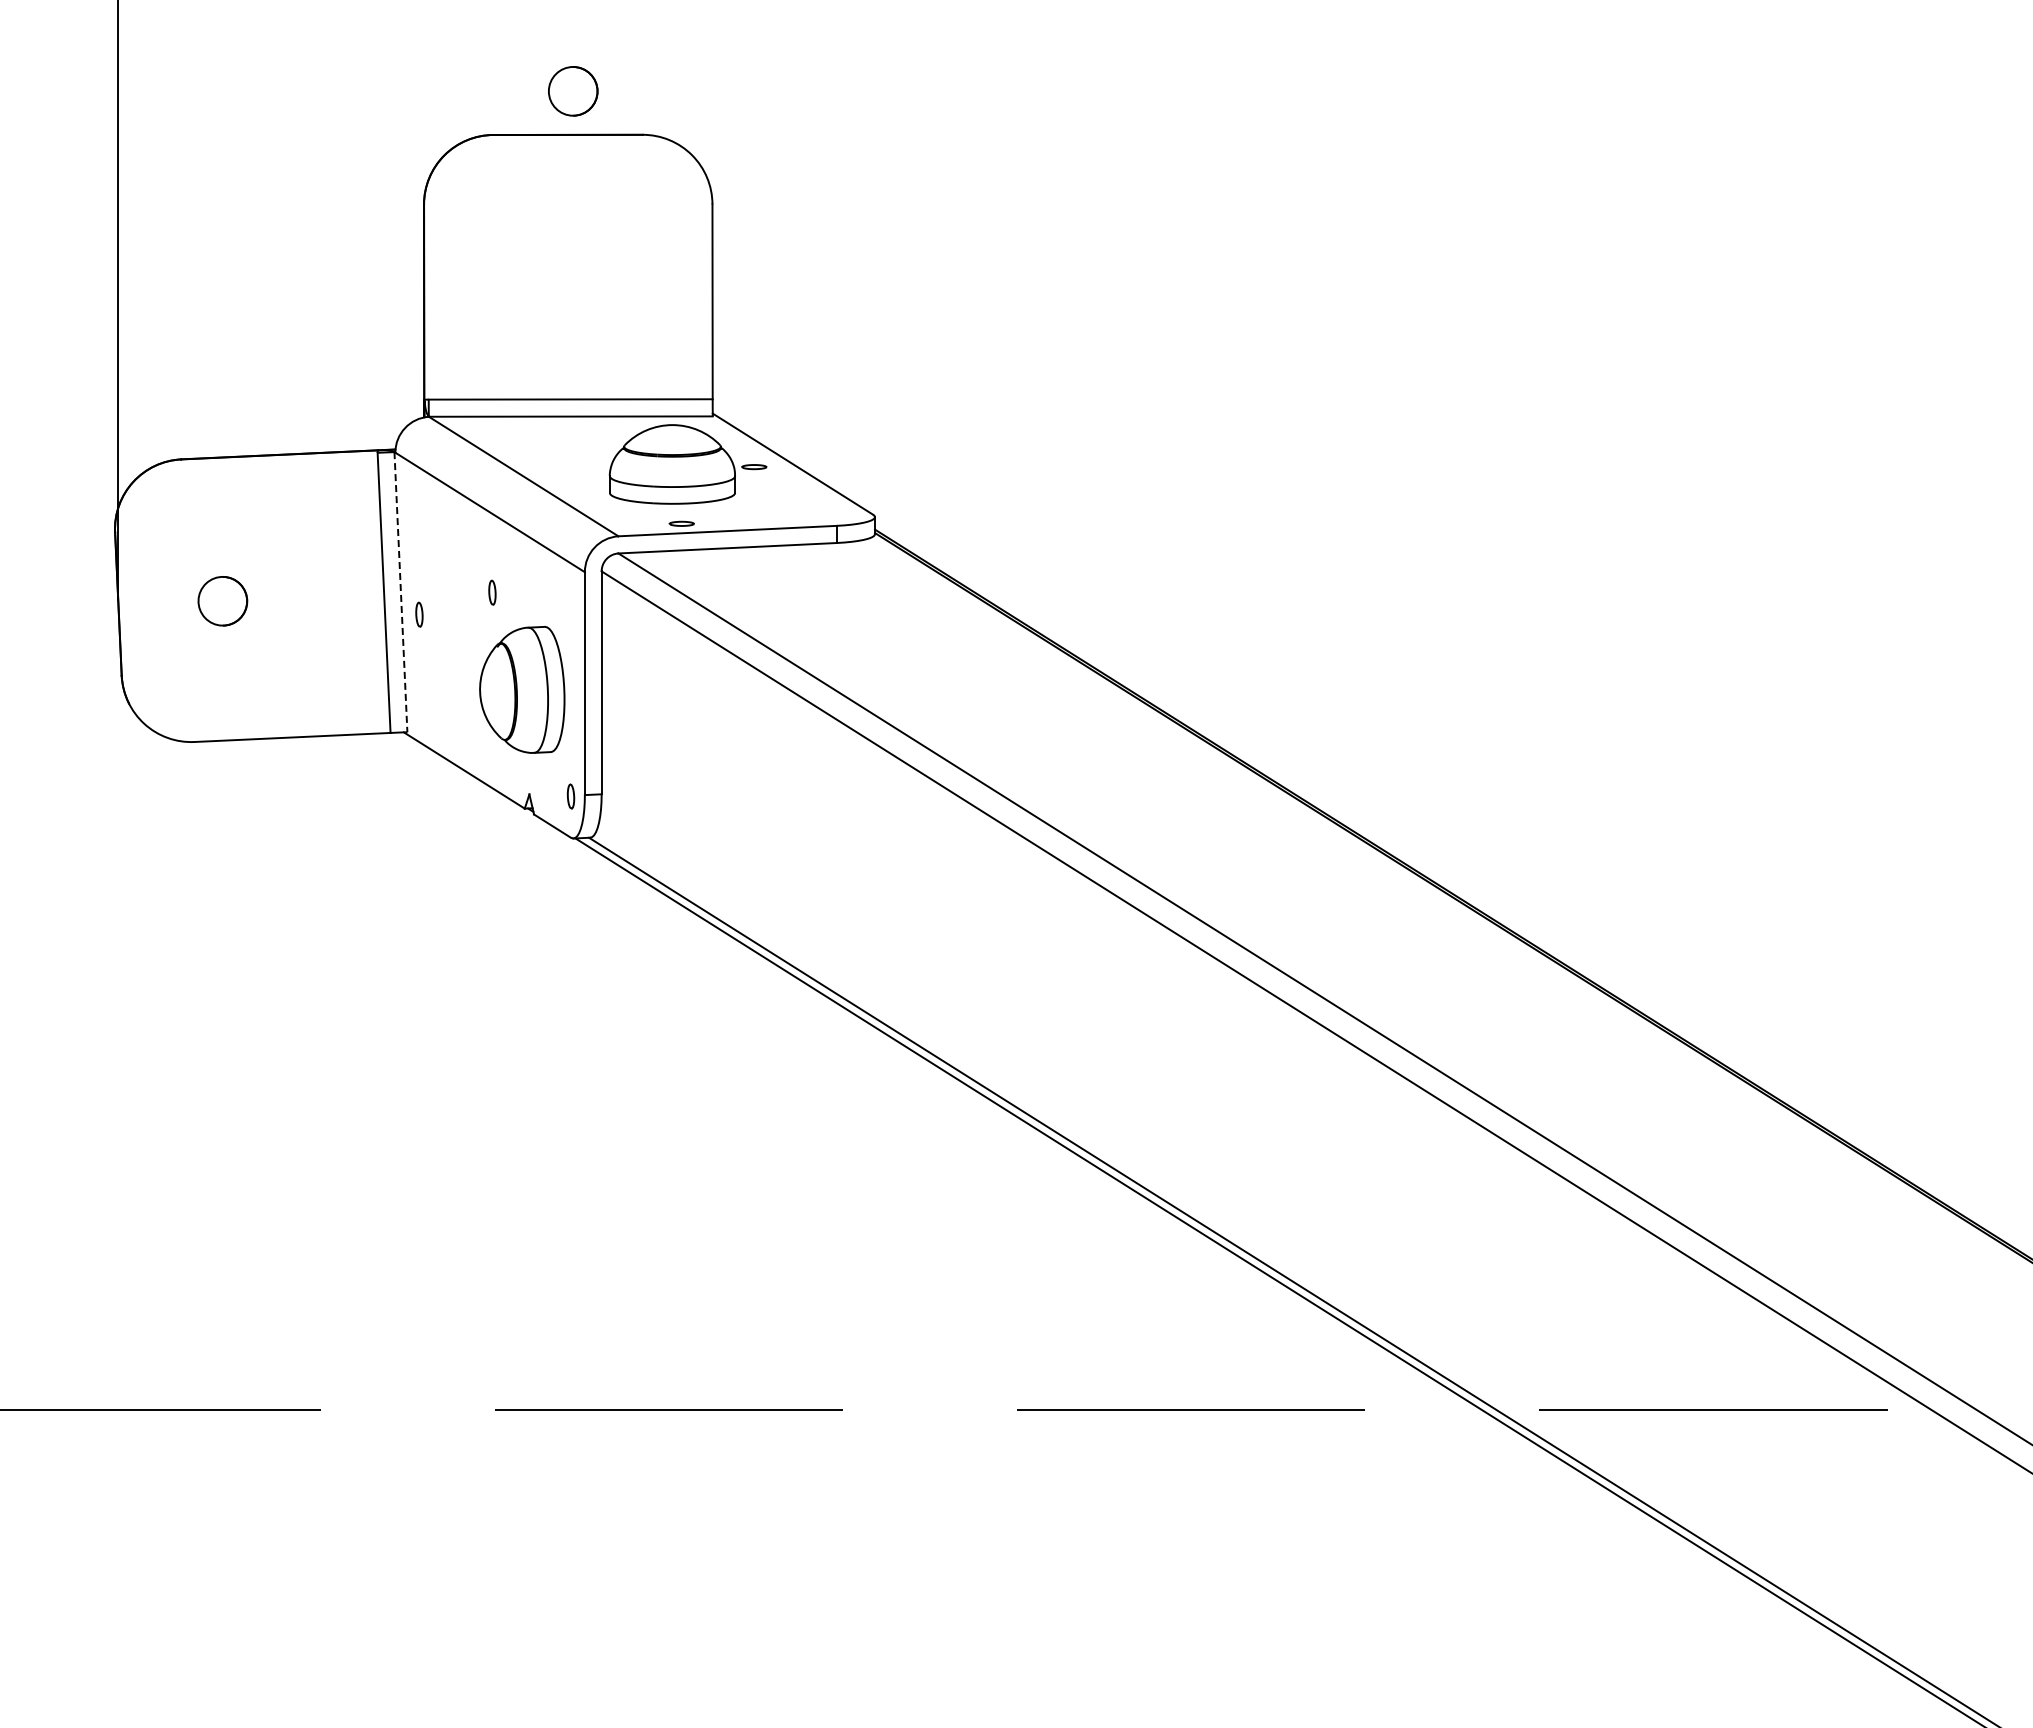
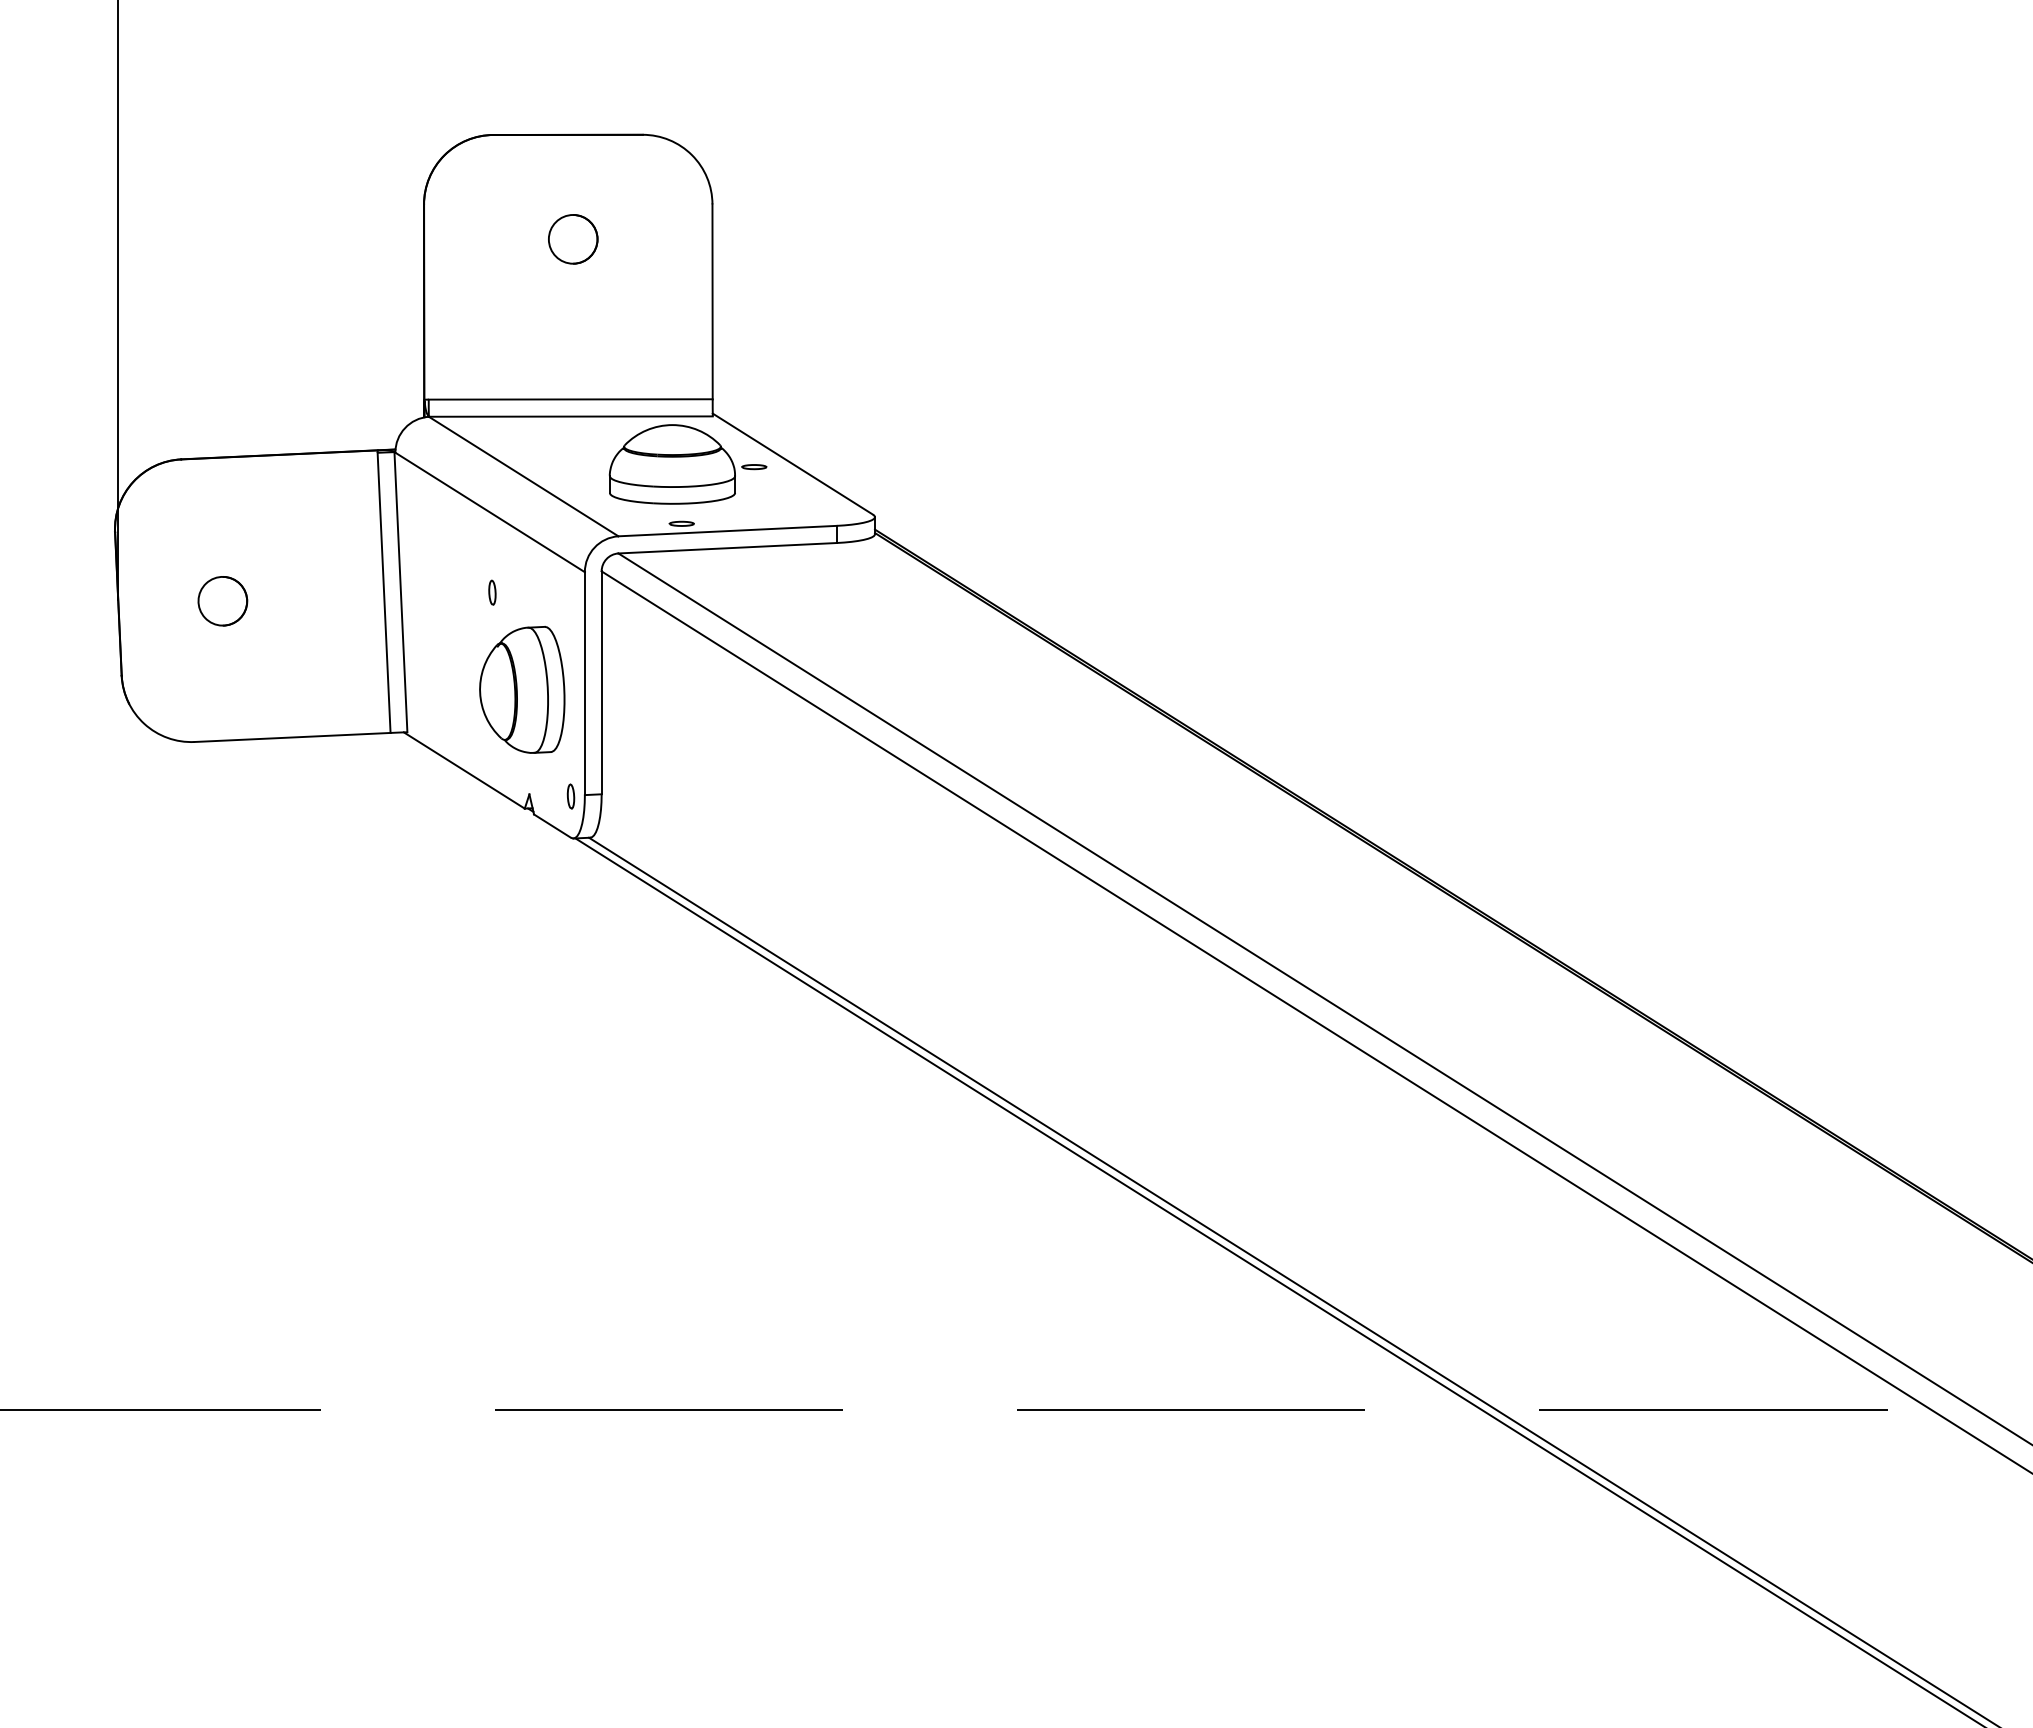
circle at (573, 91) position: (573, 91) -> (573, 239)
line at (400, 592): dashed -> solid
part at (419, 614): present -> none
